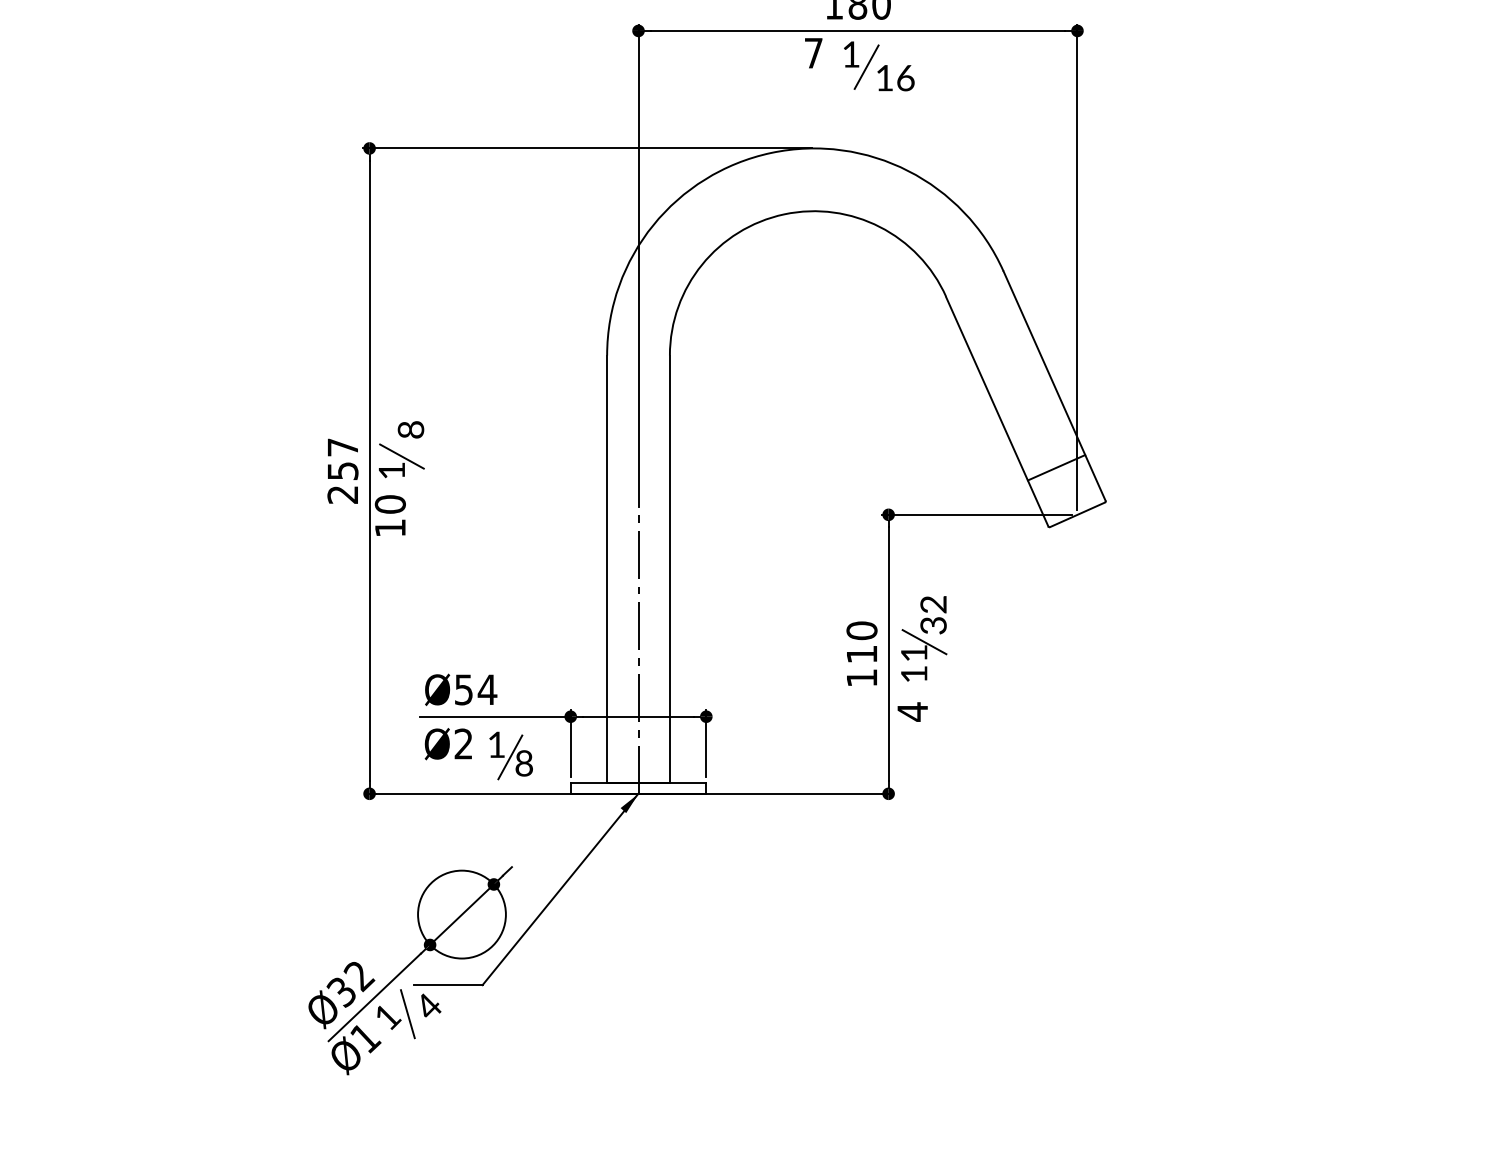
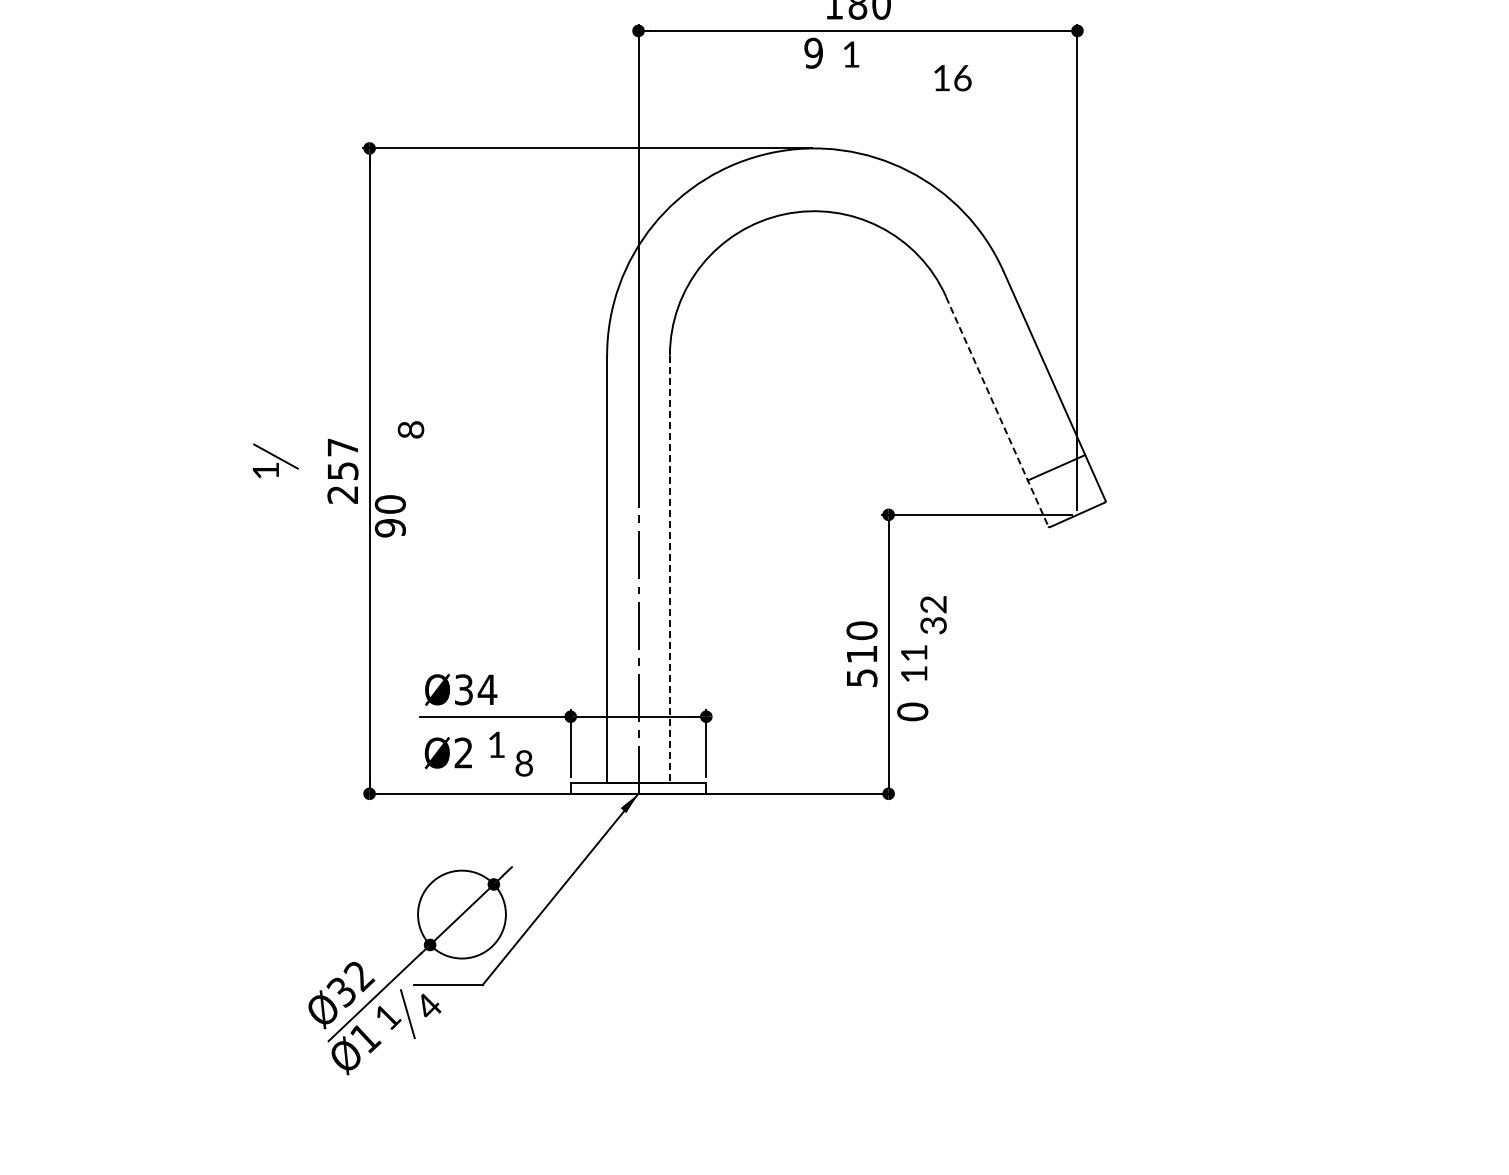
text at (813, 52): 7 -> 9
line at (866, 66): present -> none
text at (895, 78) position: (895, 78) -> (952, 78)
line at (997, 411): solid -> dashed
part at (401, 460) position: (401, 460) -> (275, 460)
text at (389, 528): 10 -> 90
line at (669, 569): solid -> dashed
line at (924, 642): present -> none
text at (862, 677): 110 -> 510
text at (463, 689): Ø54 -> Ø34
text at (912, 711): 4 -> 0
text at (447, 744) position: (447, 744) -> (447, 753)
line at (510, 757): present -> none
